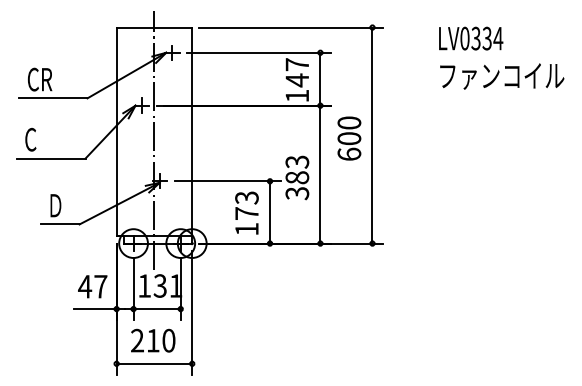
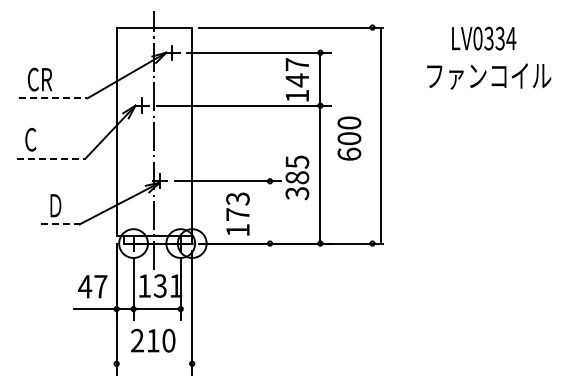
text at (471, 38) position: (471, 38) -> (484, 38)
text at (502, 76) position: (502, 76) -> (489, 76)
line at (53, 98): solid -> dashed
line at (372, 135) position: (372, 135) -> (381, 135)
line at (52, 158): solid -> dashed
text at (296, 161): 383 -> 385
text at (246, 212) position: (246, 212) -> (237, 213)
line at (270, 212): present -> none
line at (60, 224): solid -> dashed
line at (154, 363): present -> none
